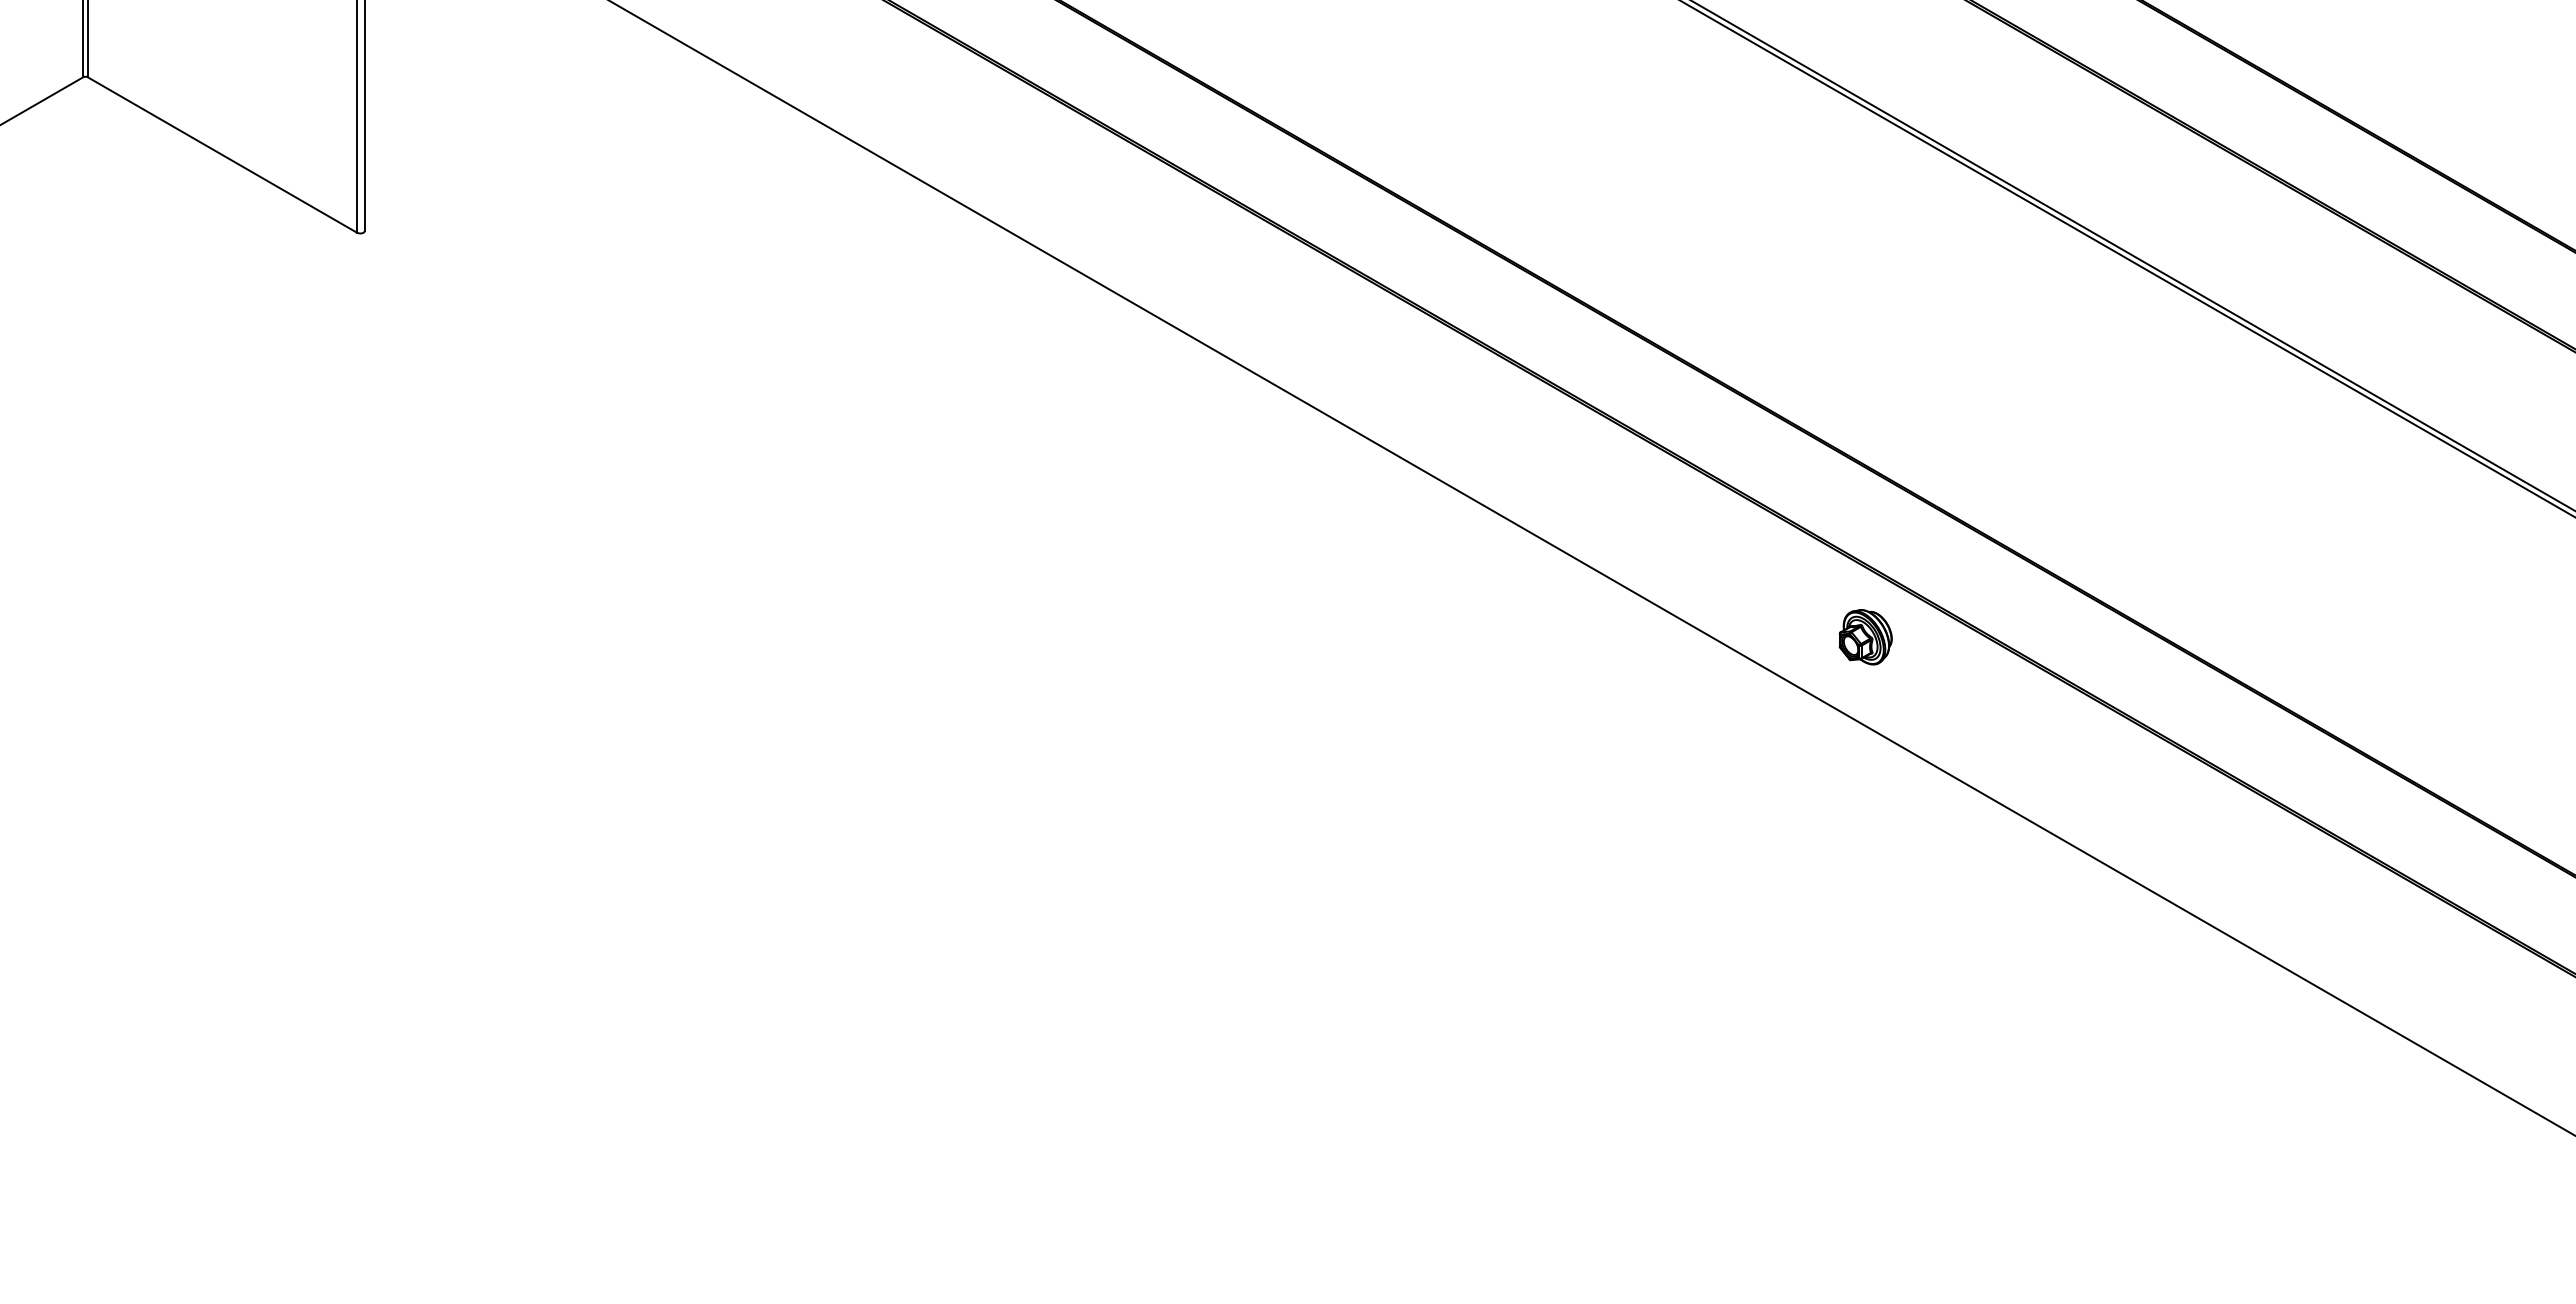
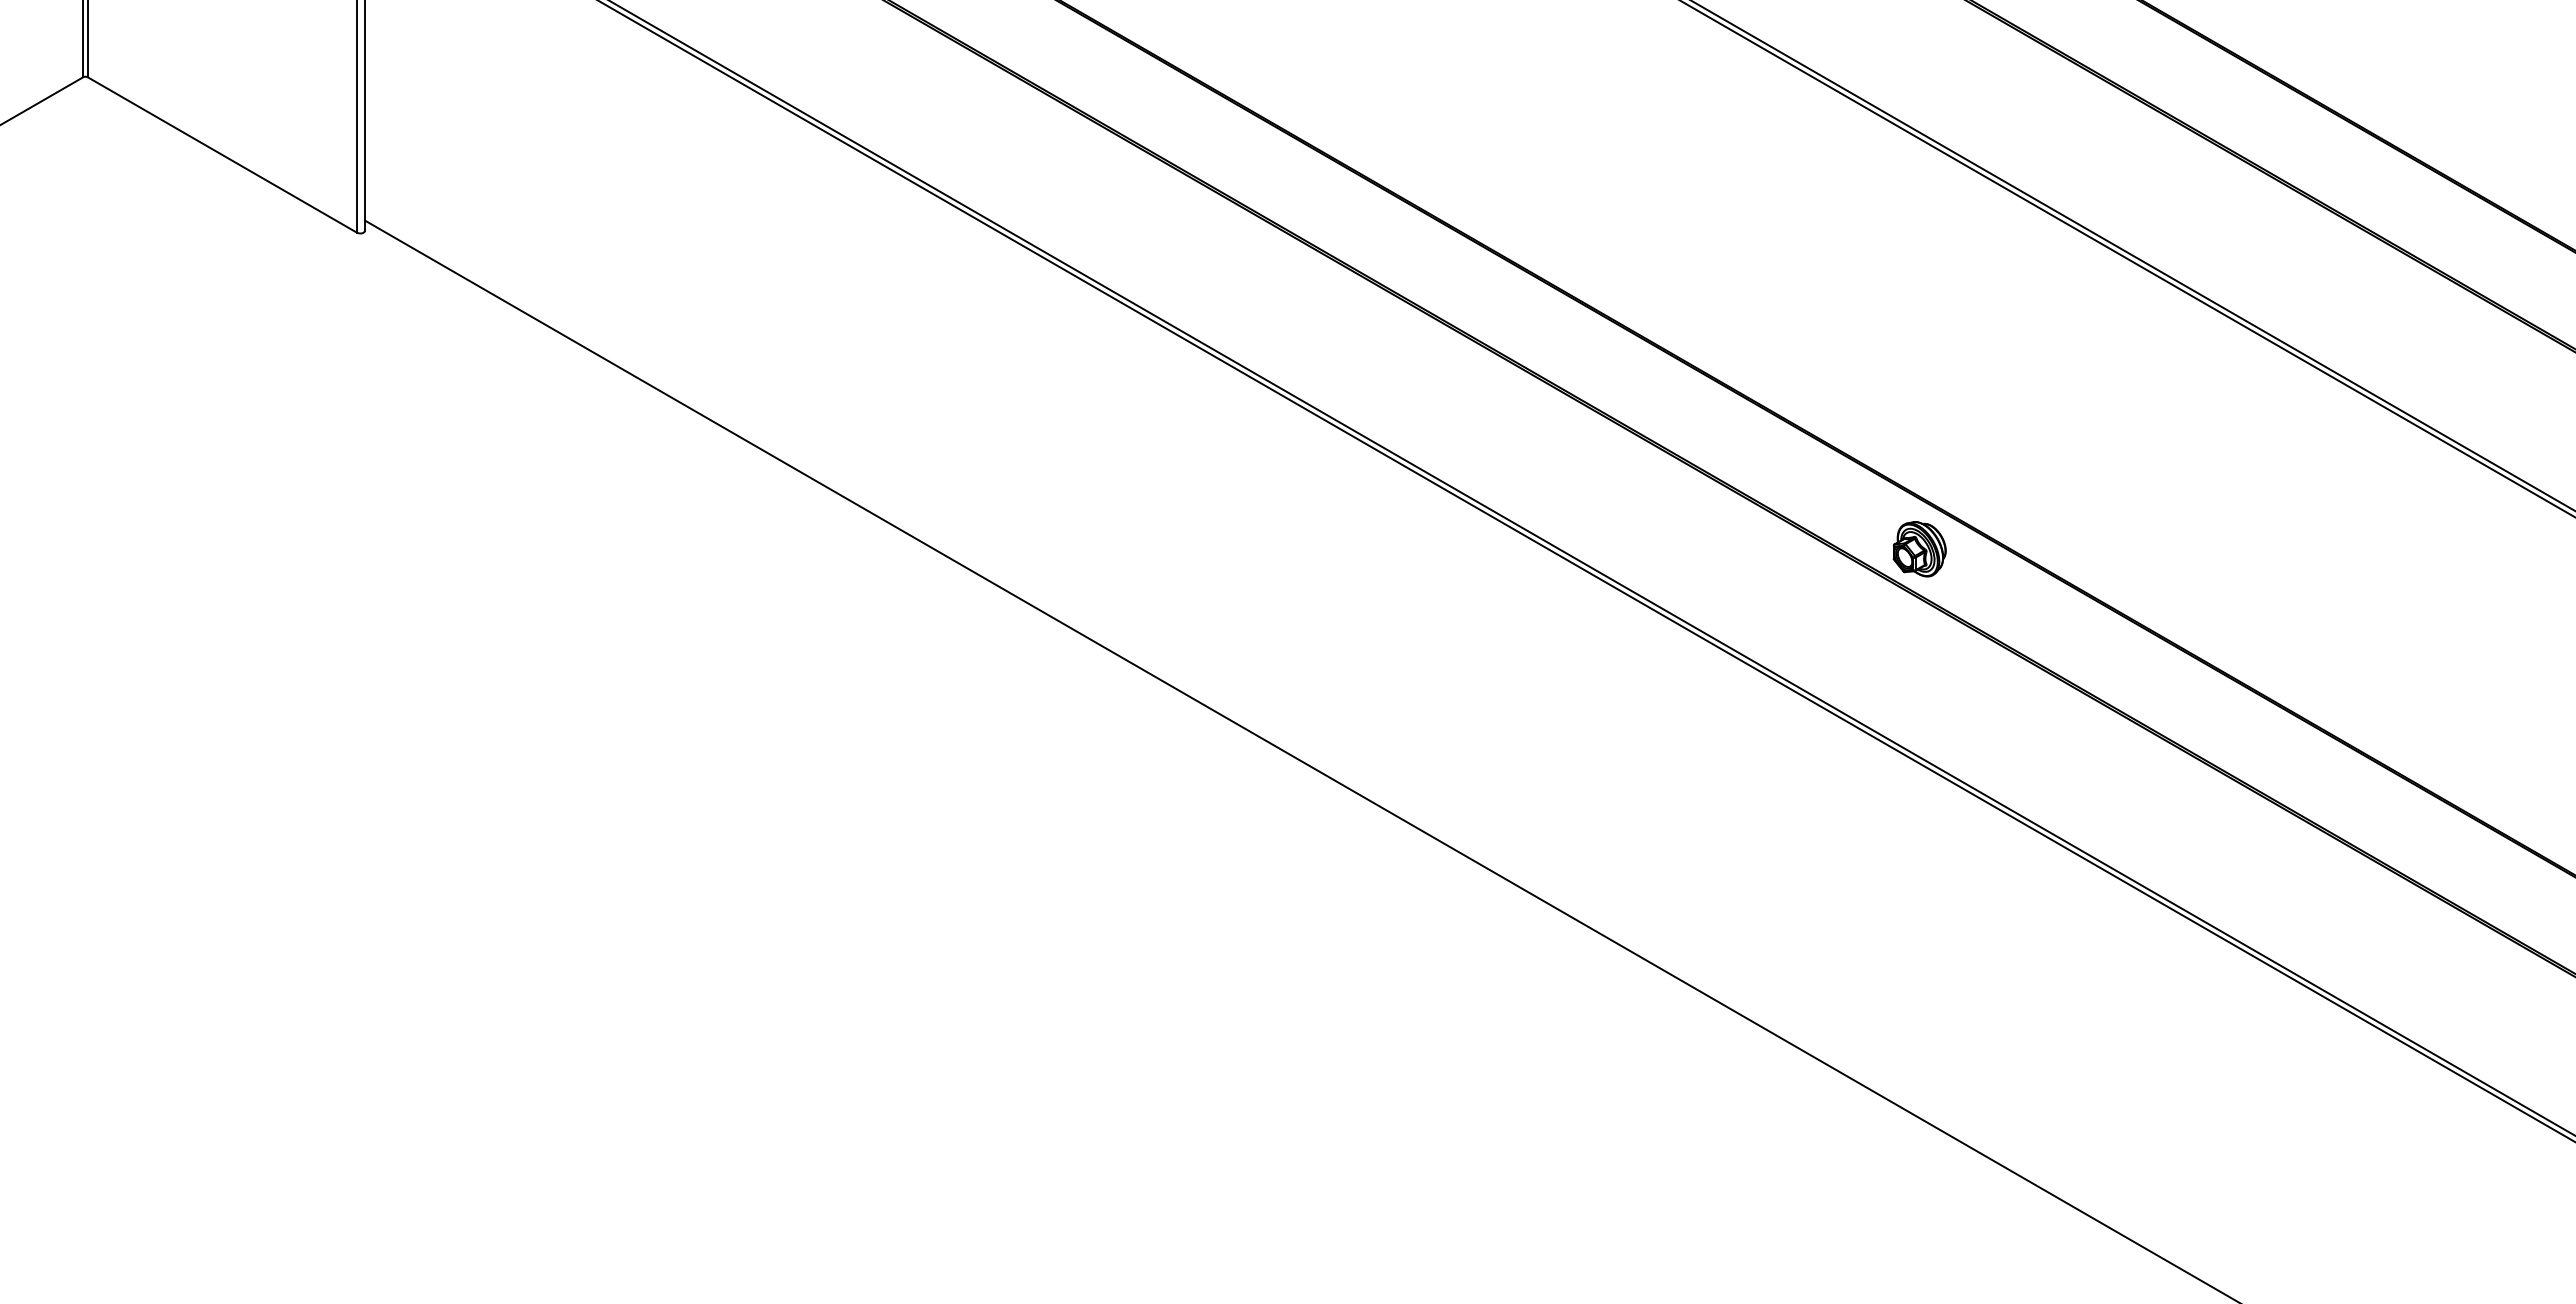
line at (1586, 571): none -> present
part at (1865, 637) position: (1865, 637) -> (1919, 549)
line at (1299, 760): none -> present
